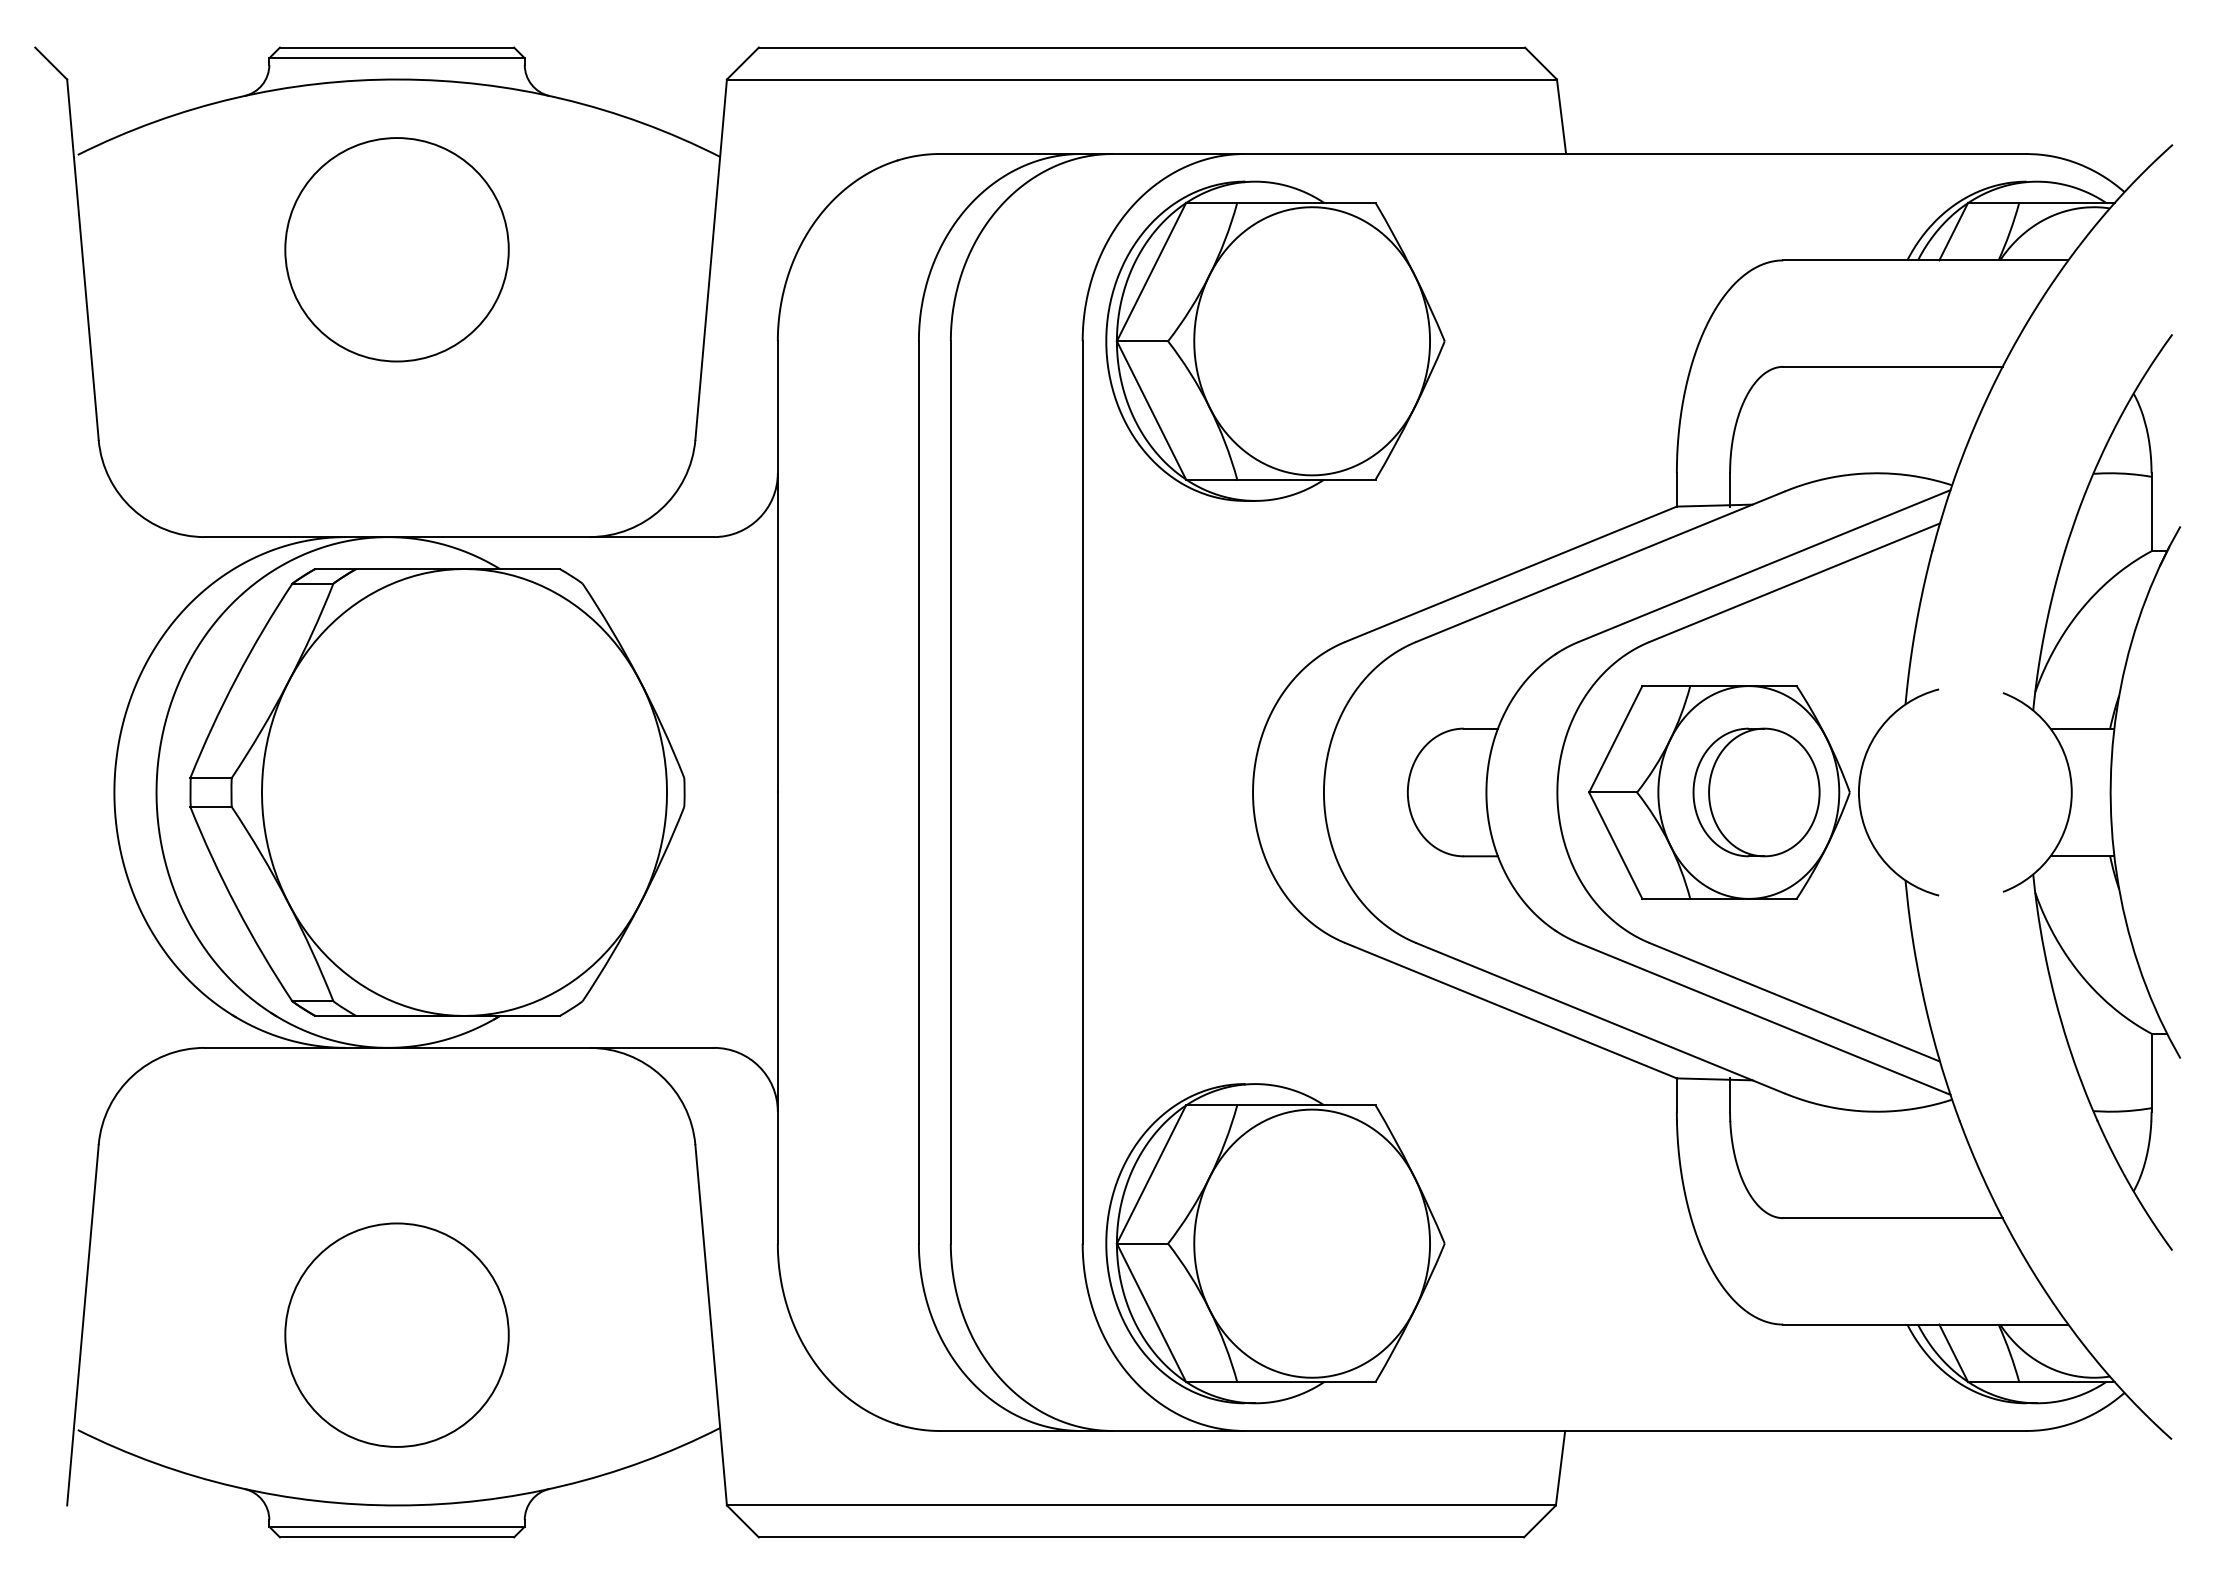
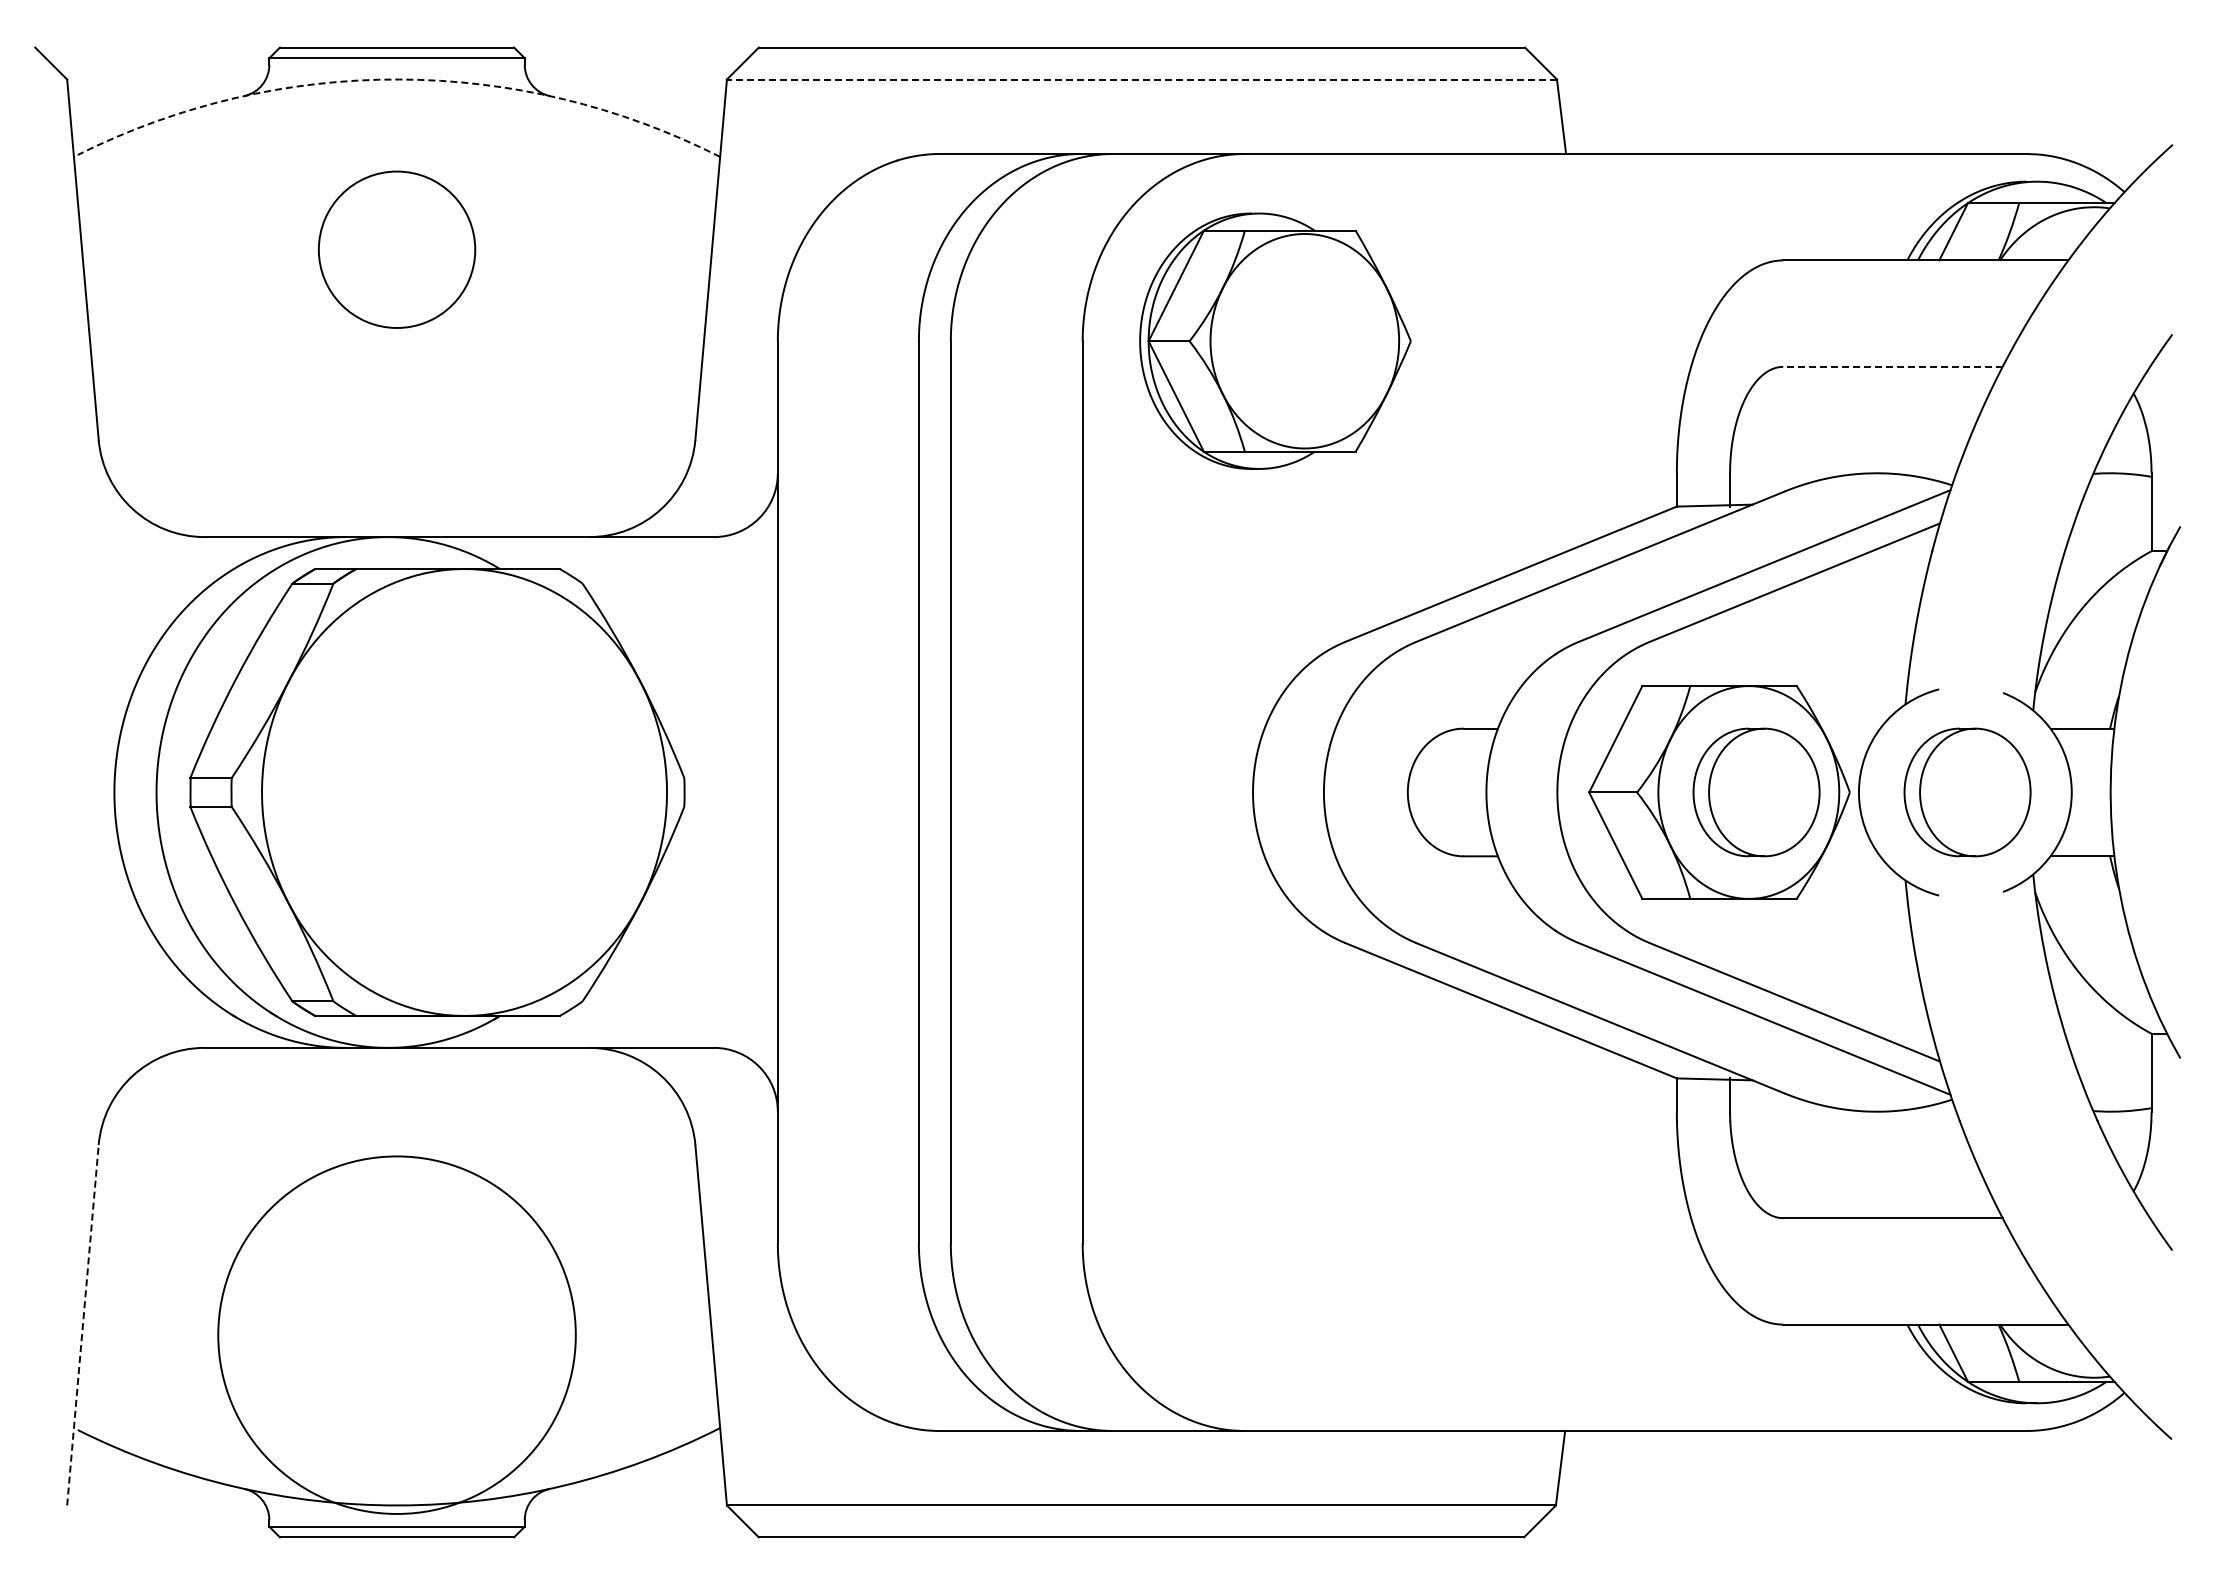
arc at (399, 79): solid -> dashed
line at (1141, 79): solid -> dashed
circle at (396, 249) diameter: 223 px -> 156 px
part at (1275, 340) size: 341x322 px -> 273x258 px
line at (1892, 366): solid -> dashed
part at (1967, 792): none -> present
part at (1275, 1243): present -> none
line at (82, 1325): solid -> dashed
circle at (396, 1334) diameter: 223 px -> 358 px
